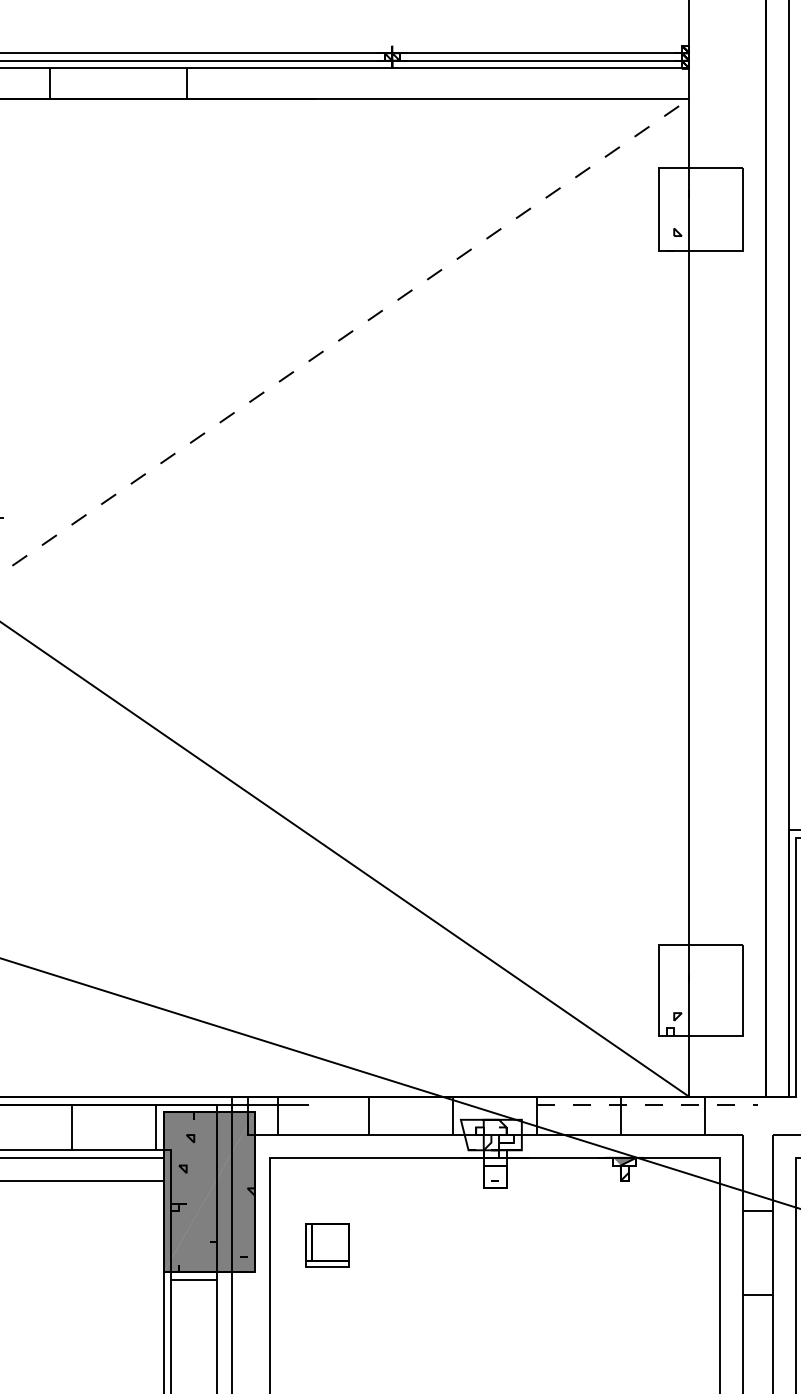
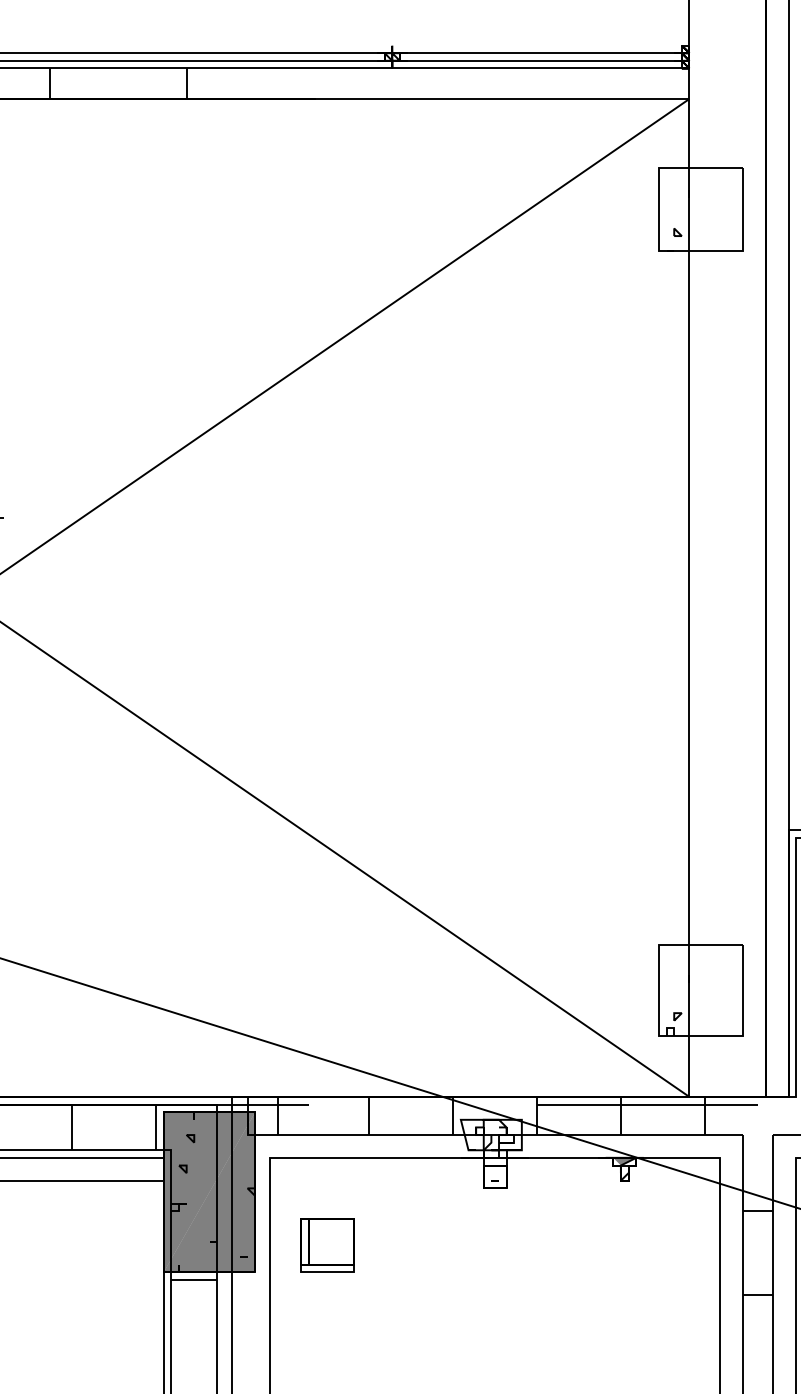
line at (345, 336): dashed -> solid
line at (648, 1104): dashed -> solid
part at (327, 1245) size: 45x45 px -> 55x55 px
